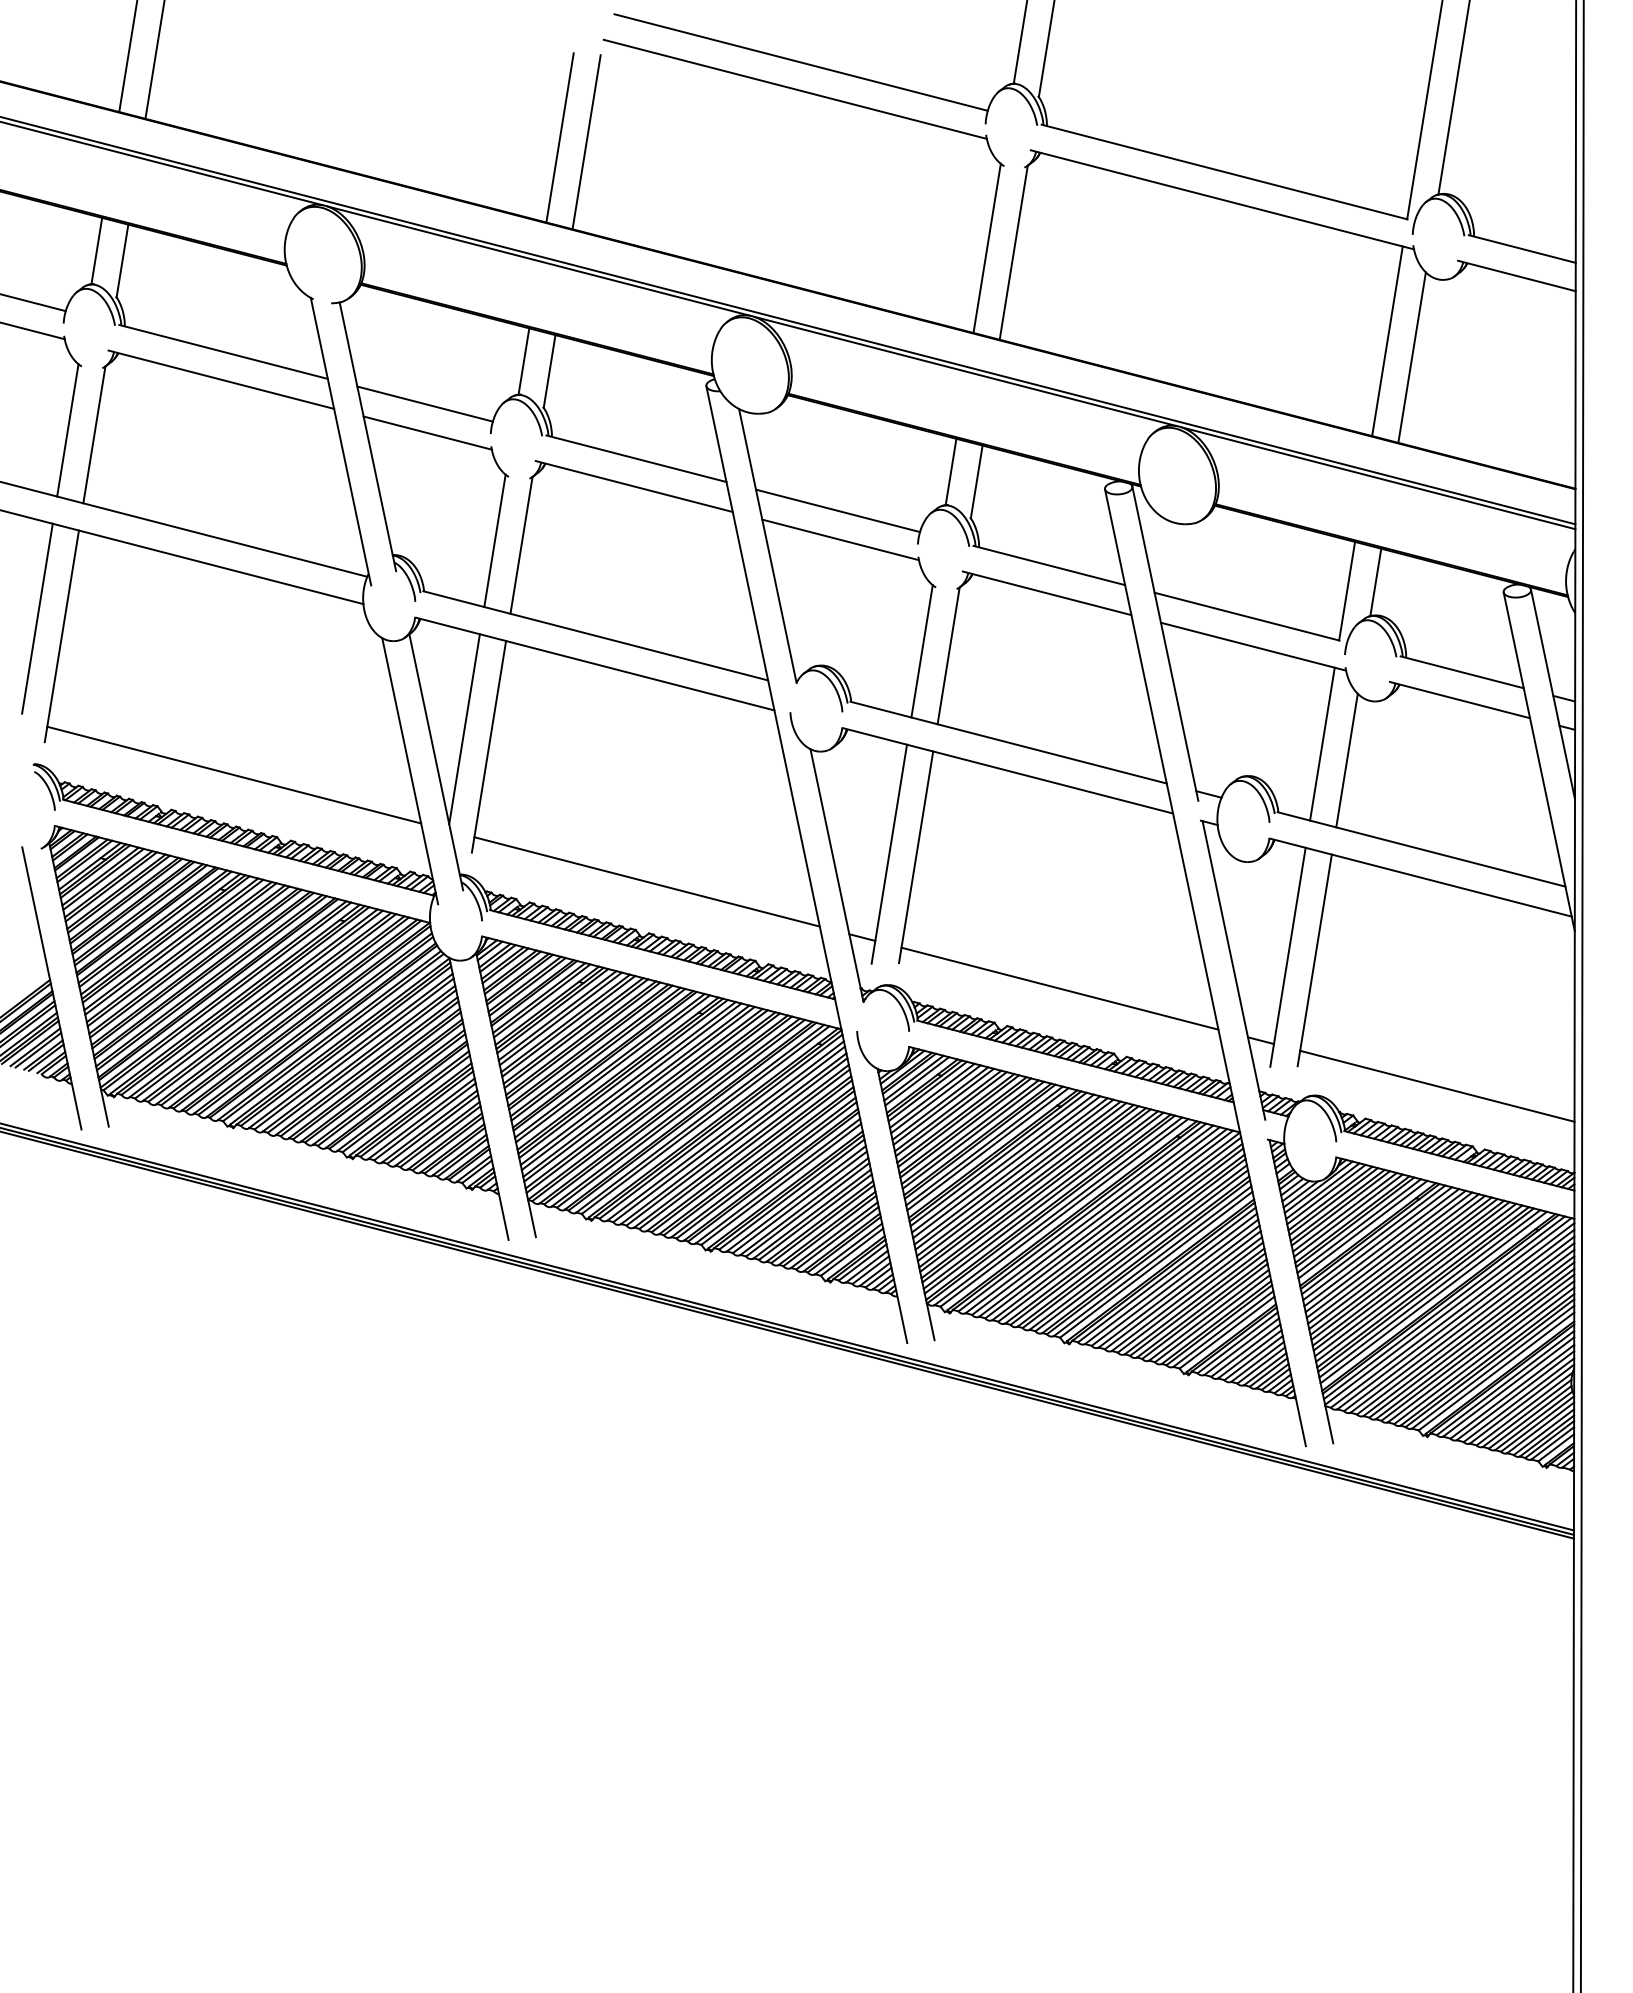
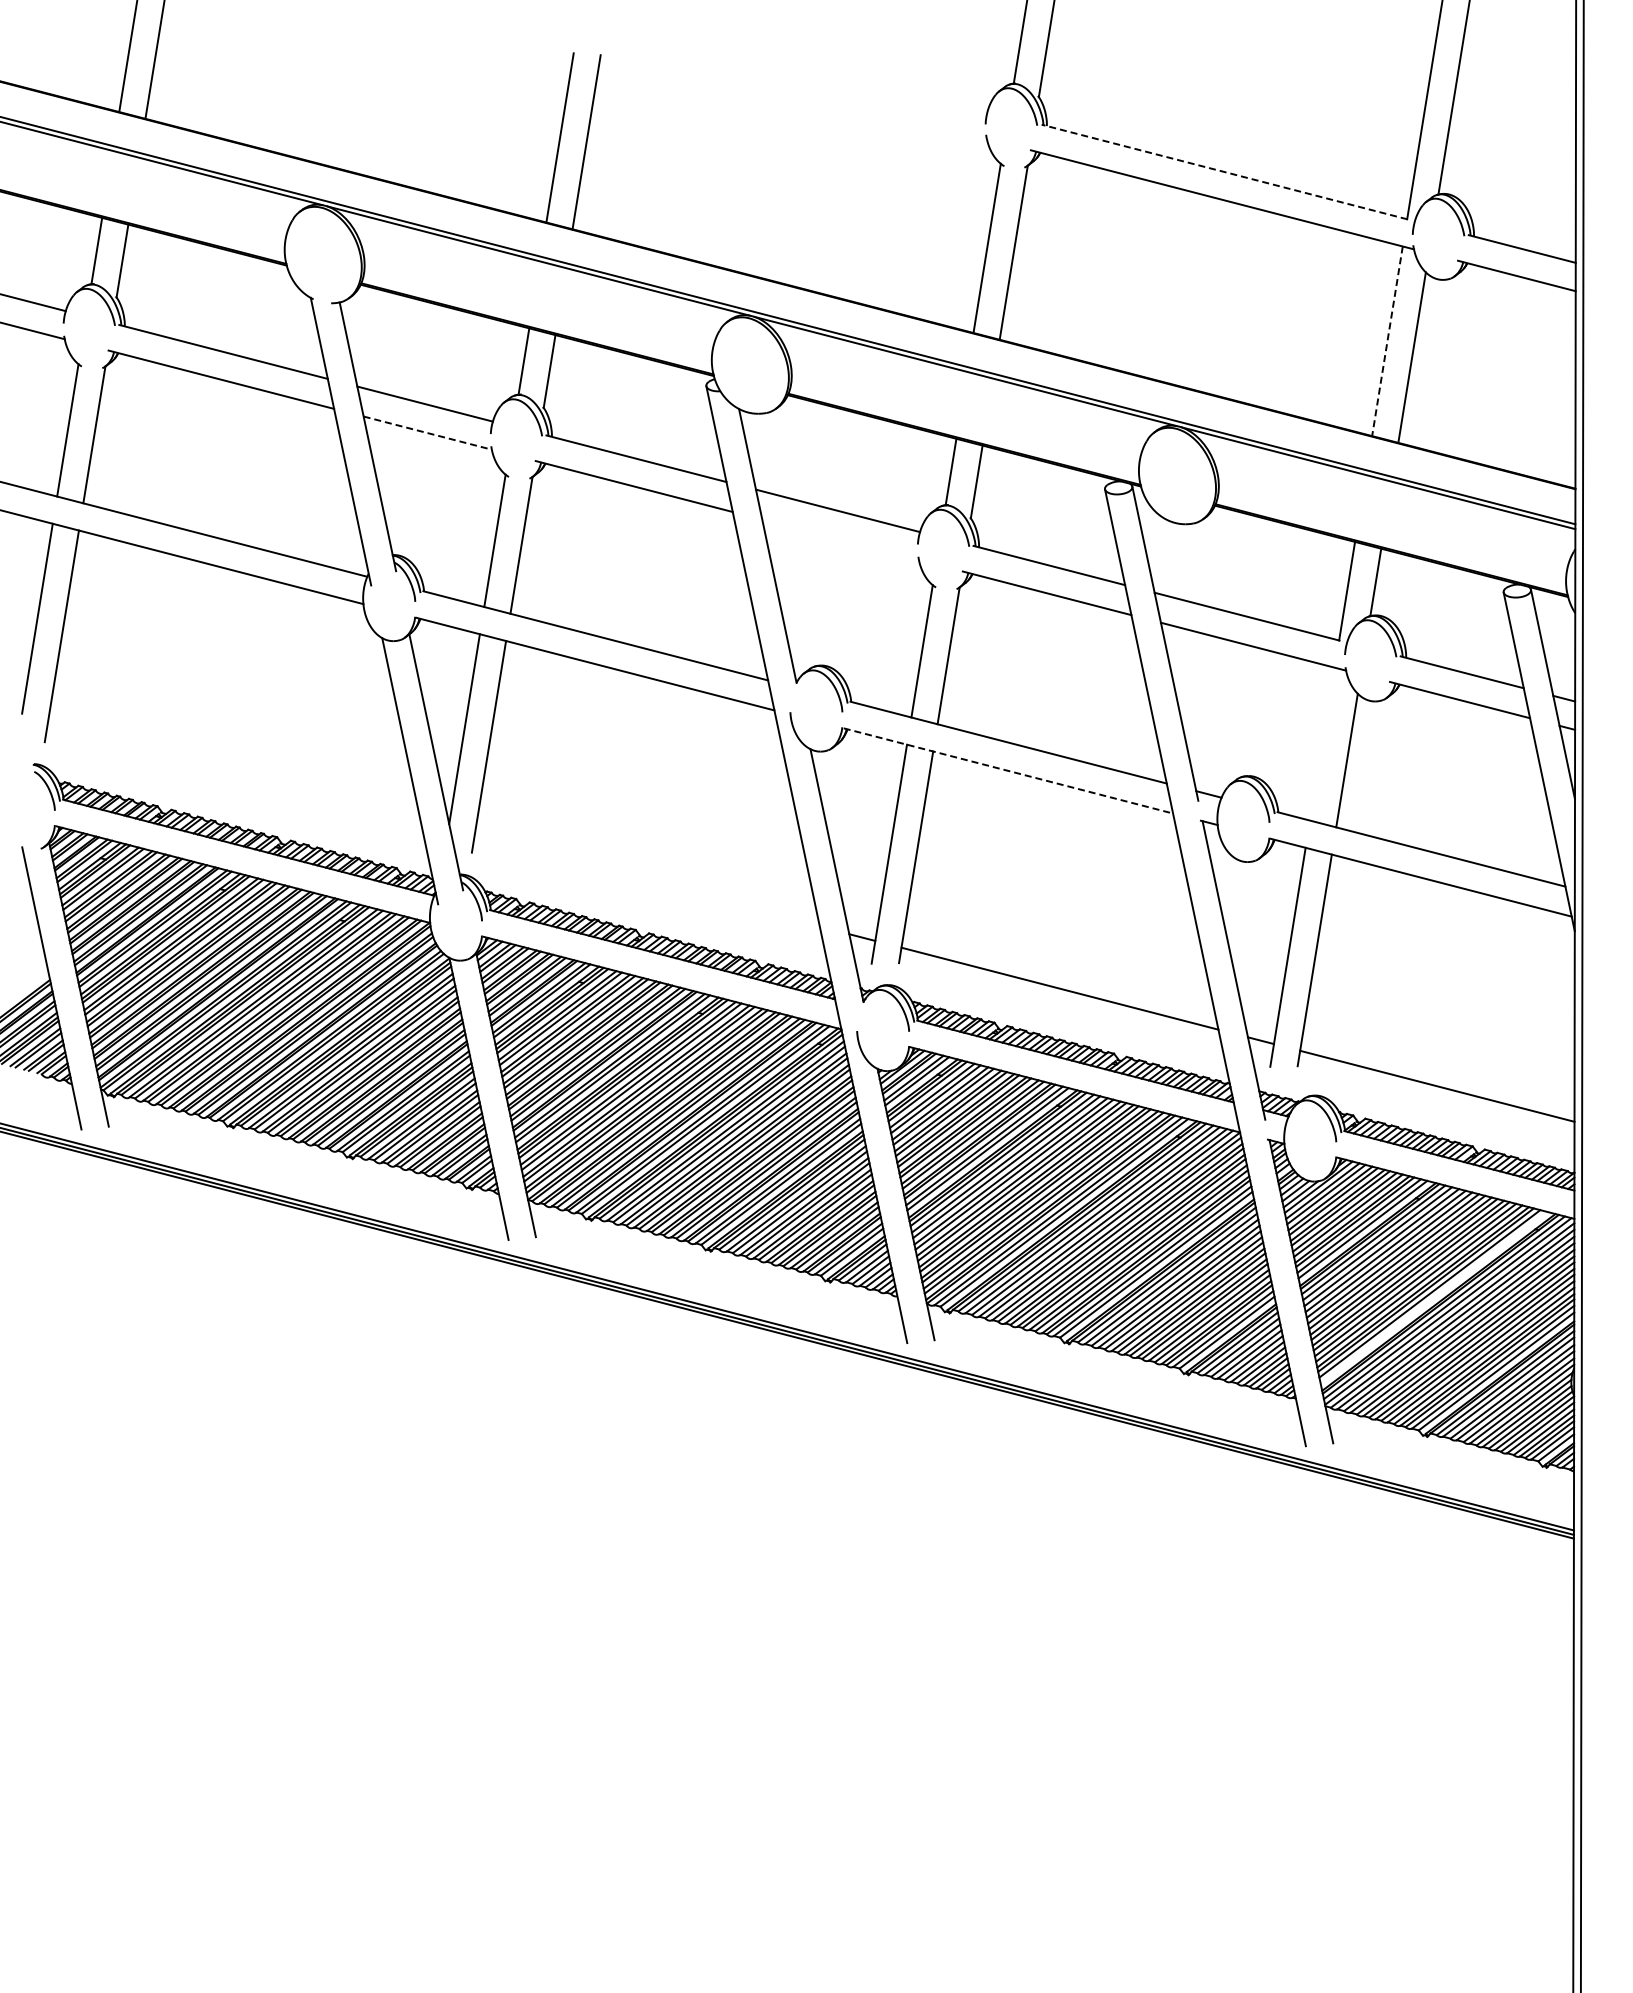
line at (800, 62): present -> none
line at (794, 88): present -> none
line at (1224, 172): solid -> dashed
line at (1387, 341): solid -> dashed
line at (428, 433): solid -> dashed
line at (840, 539): present -> none
line at (1322, 743): present -> none
line at (1008, 771): solid -> dashed
line at (234, 774): present -> none
line at (646, 881): present -> none
line at (1433, 1297): present -> none
